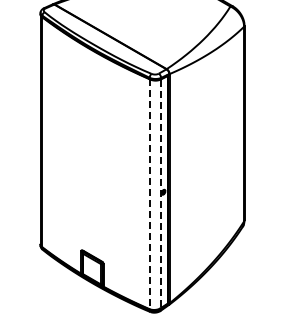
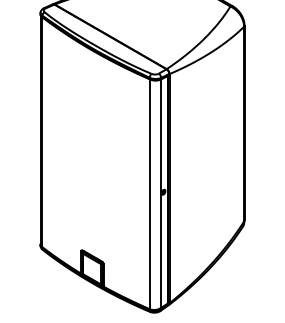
line at (149, 194): dashed -> solid
line at (160, 194): dashed -> solid
